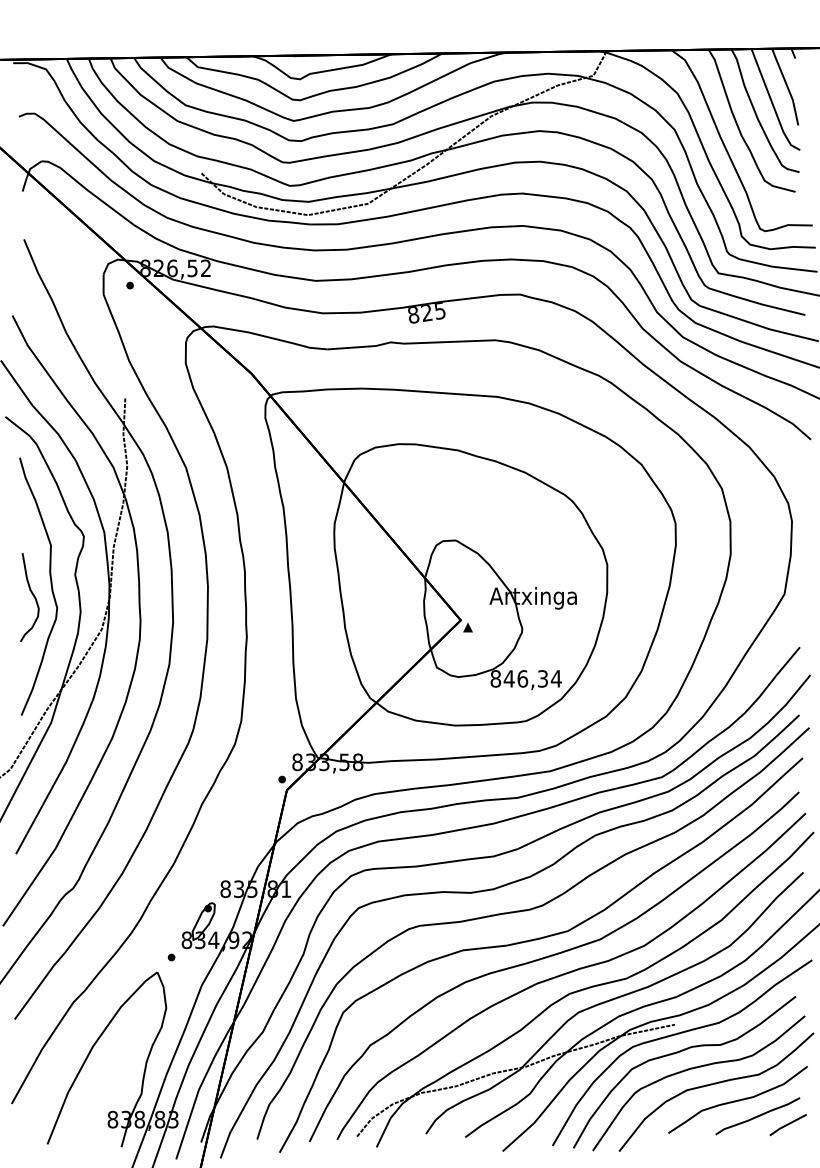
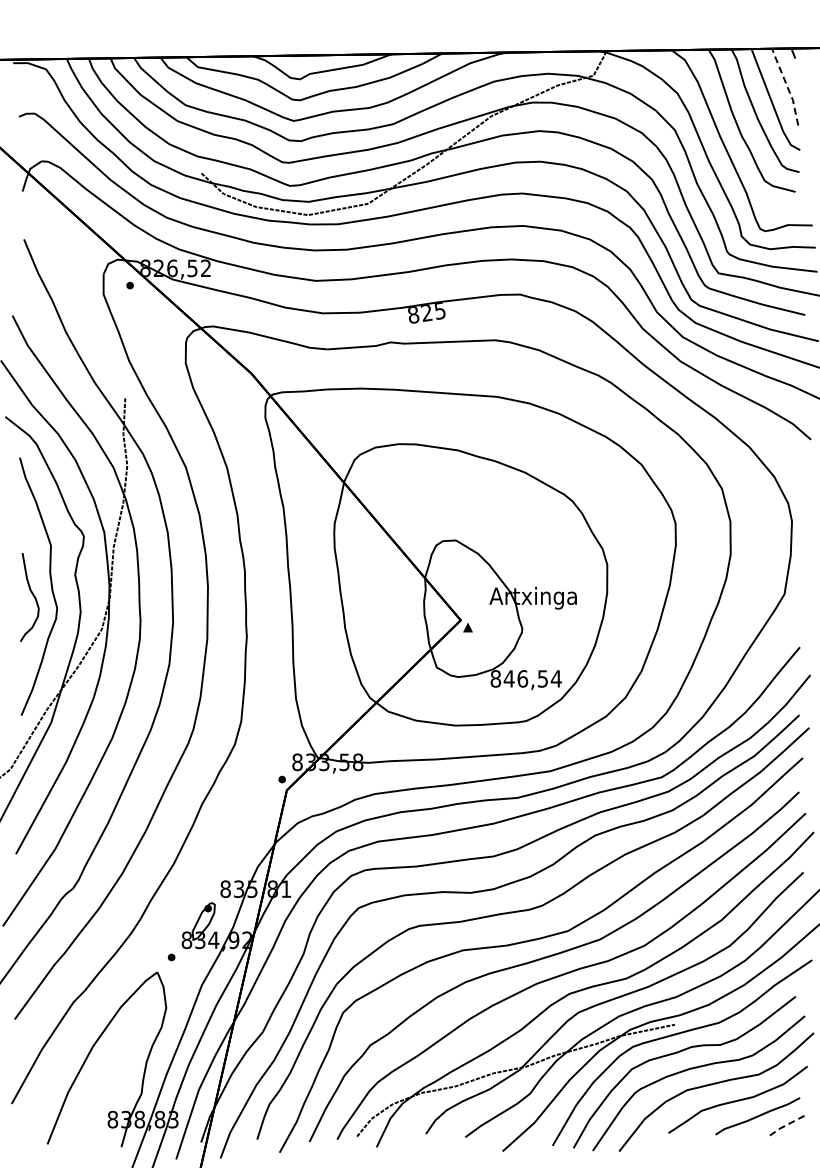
line at (787, 86): solid -> dashed
text at (542, 678): 846,34 -> 846,54
line at (787, 1124): solid -> dashed
